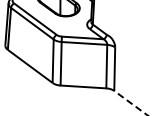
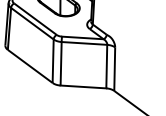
line at (131, 103): dashed -> solid
